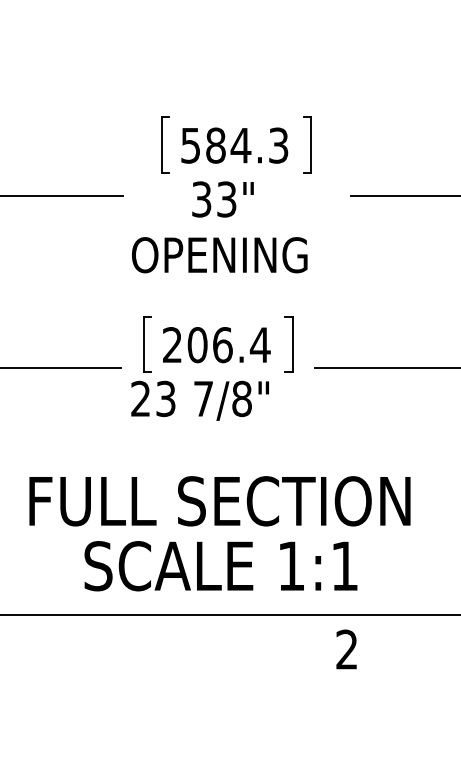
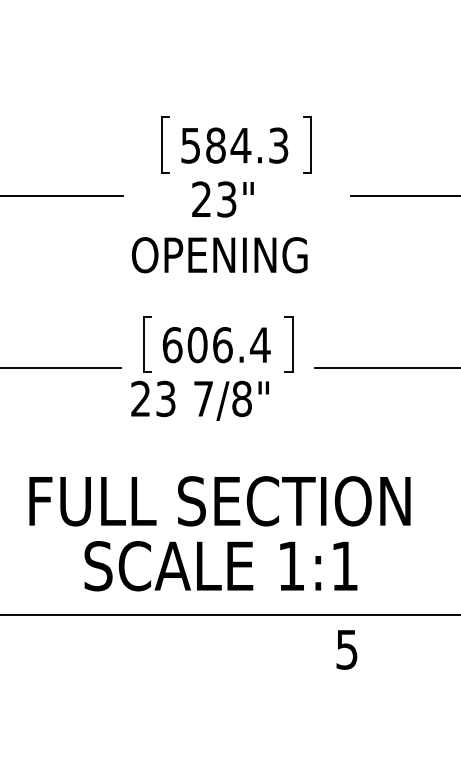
text at (201, 199): 33" -> 23"
text at (172, 345): 206.4 -> 606.4
text at (346, 649): 2 -> 5
